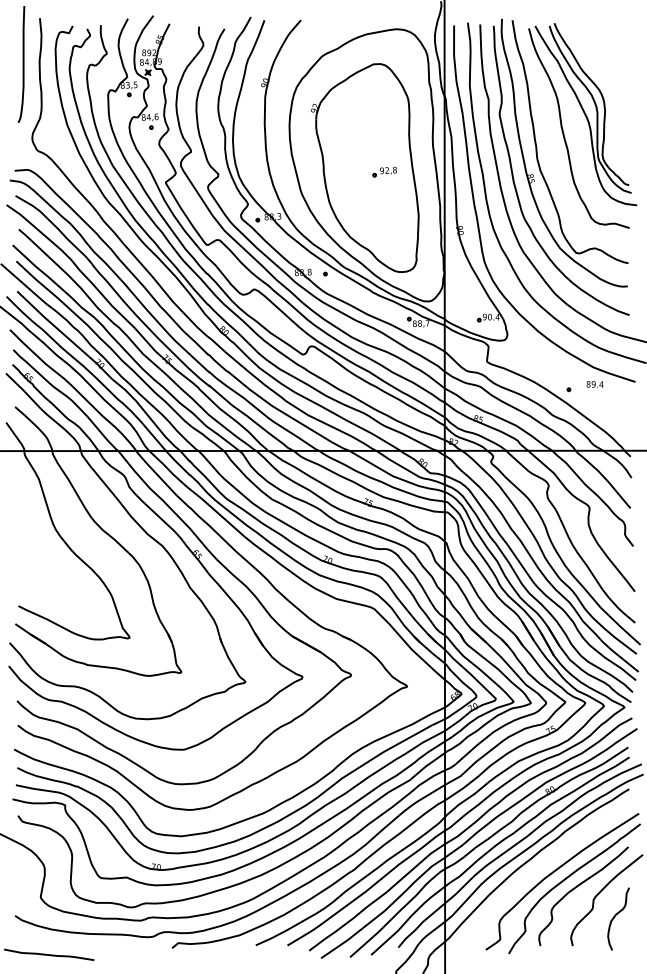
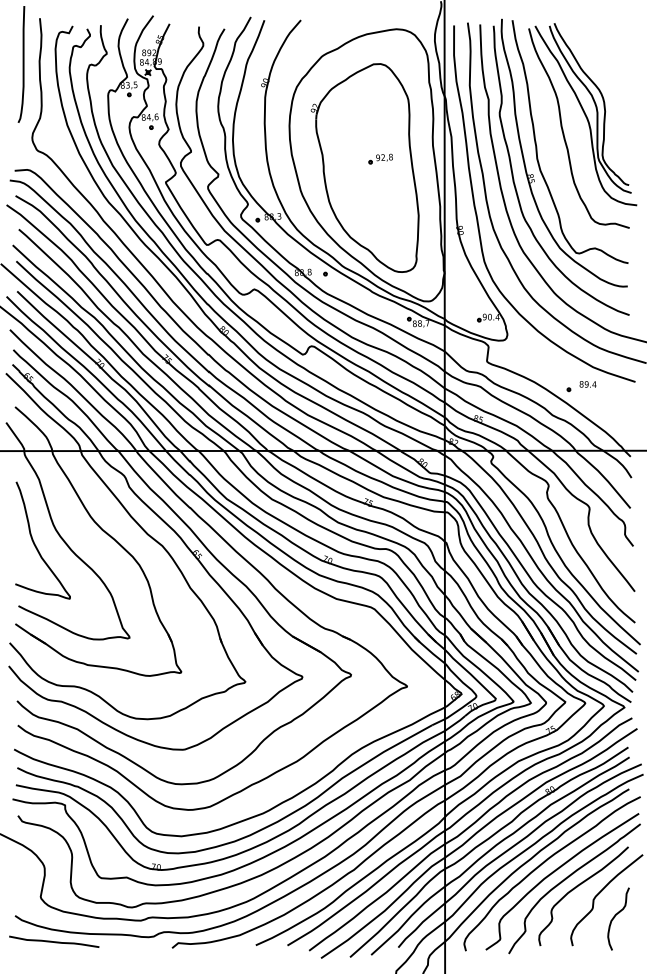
part at (384, 171) position: (384, 171) -> (380, 158)
text at (594, 384) position: (594, 384) -> (587, 384)
curve at (35, 543): none -> present
curve at (544, 863): none -> present
curve at (49, 954) position: (49, 954) -> (54, 941)
